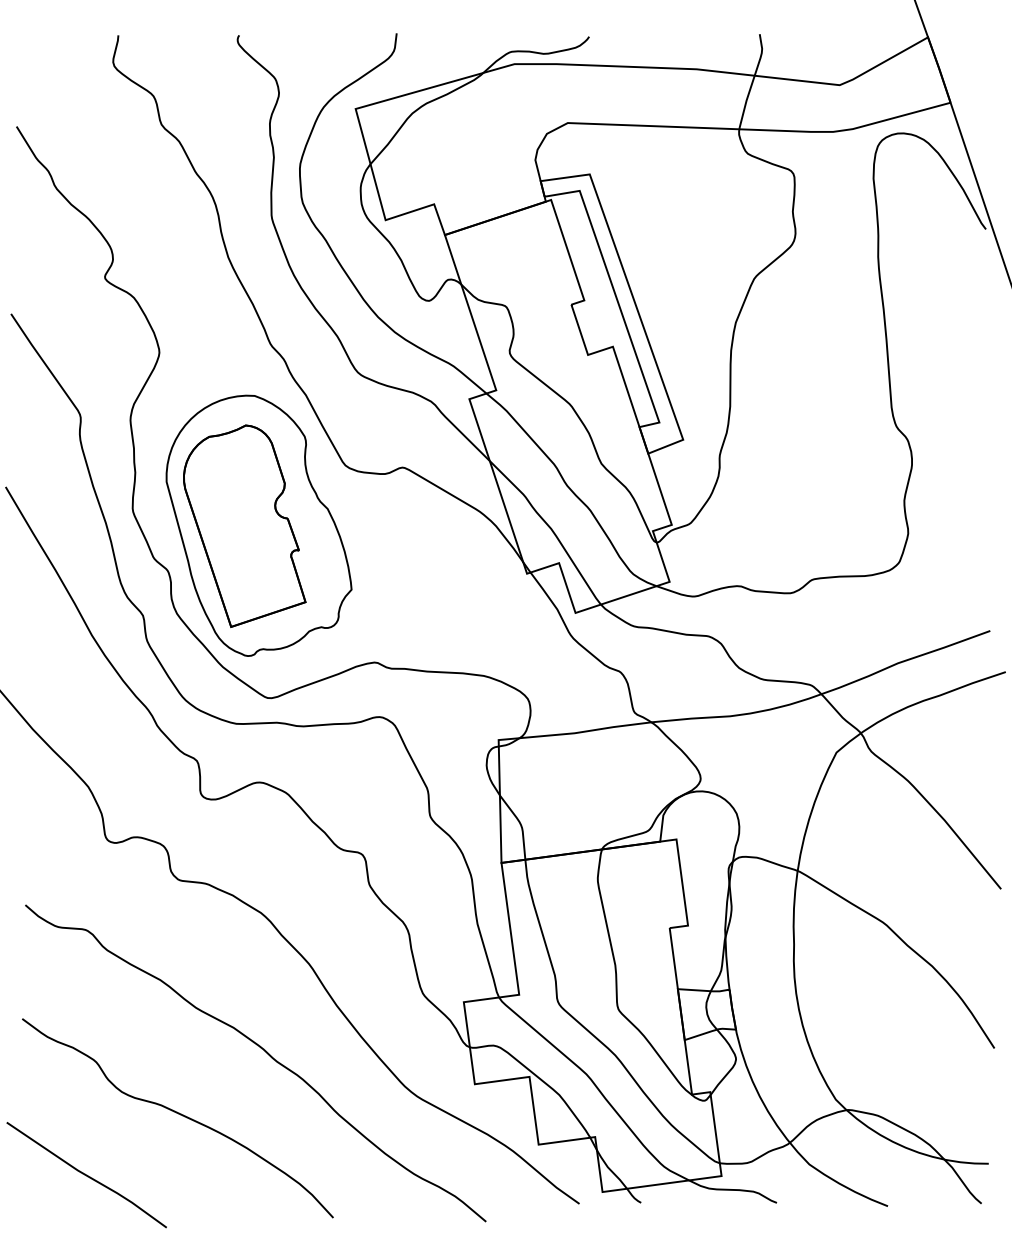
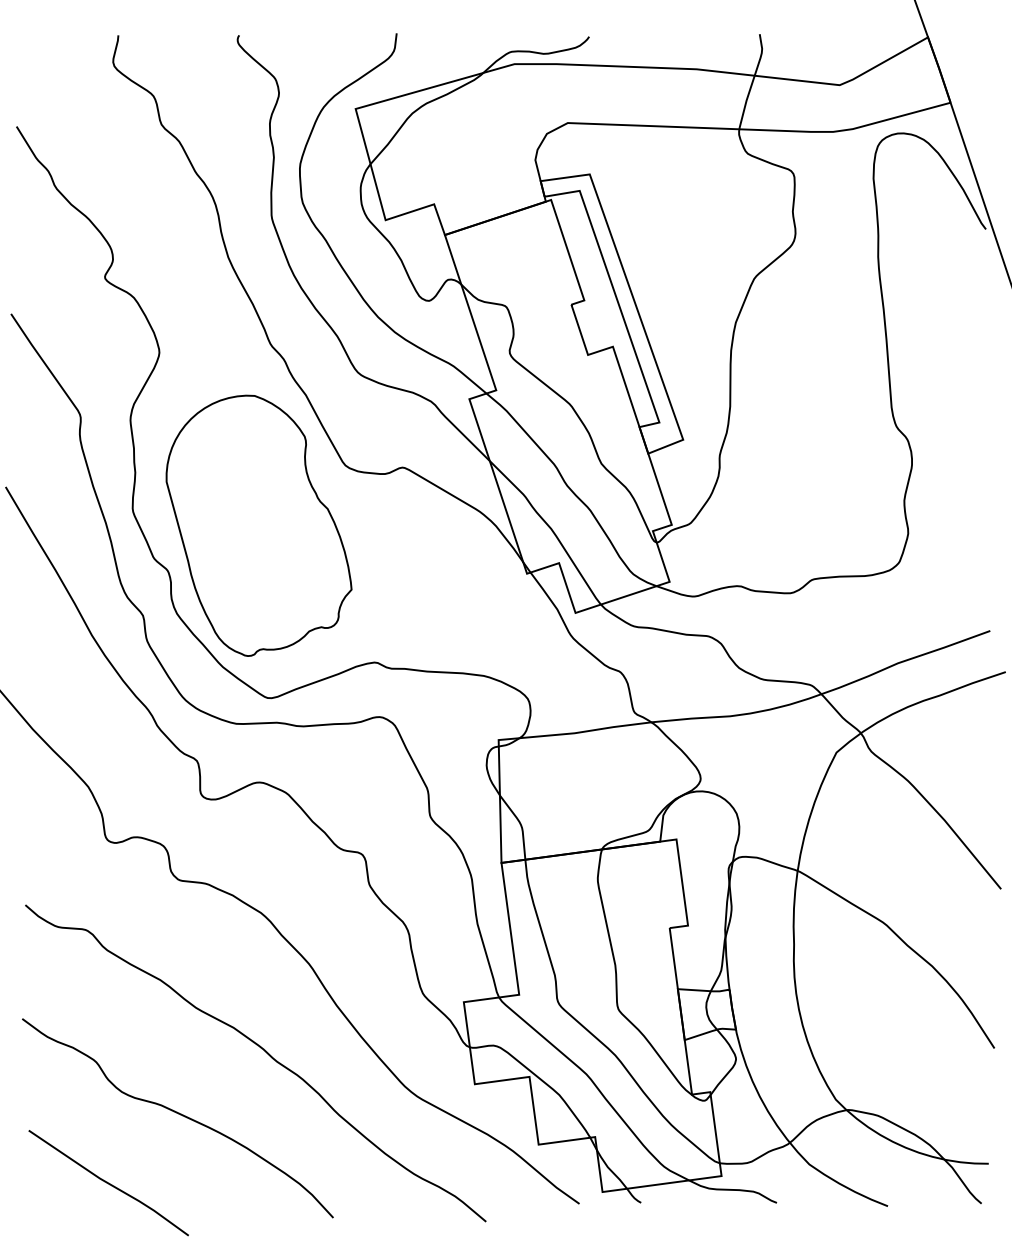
part at (244, 525): present -> none
line at (86, 1175) position: (86, 1175) -> (108, 1183)
